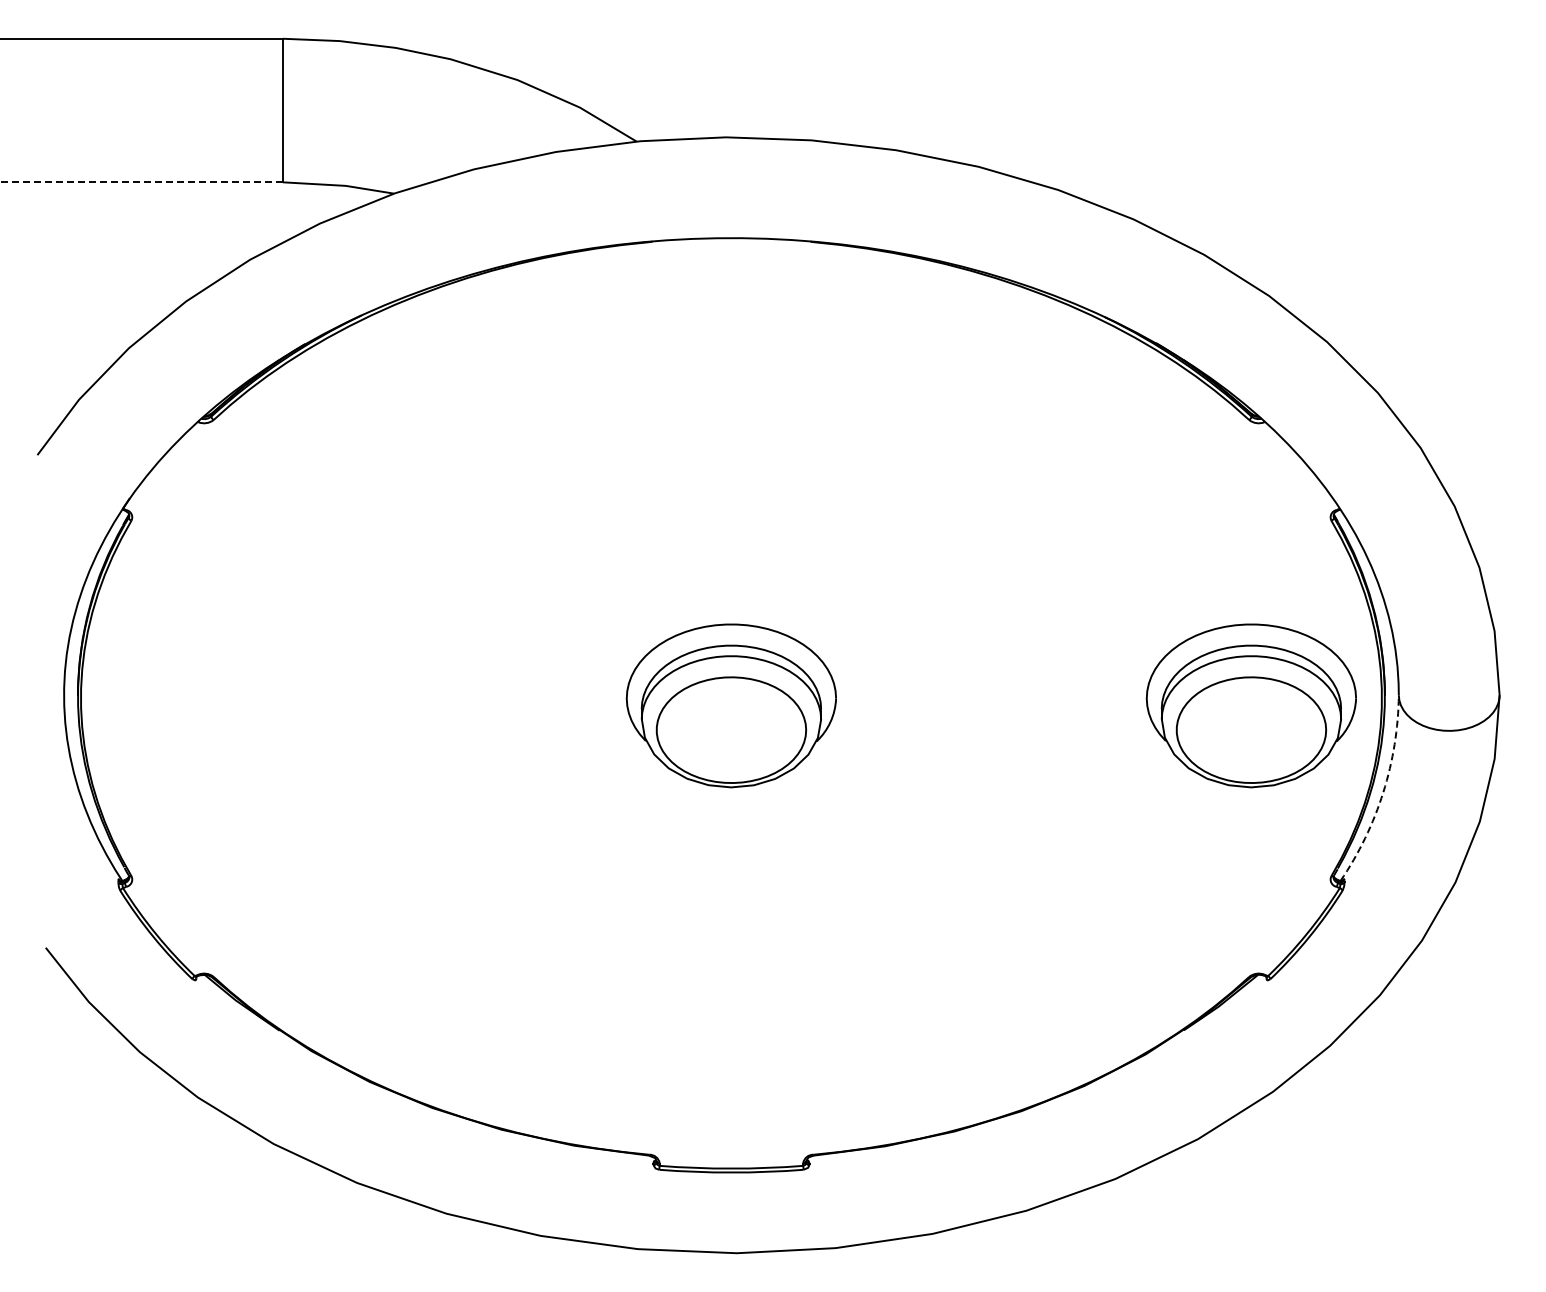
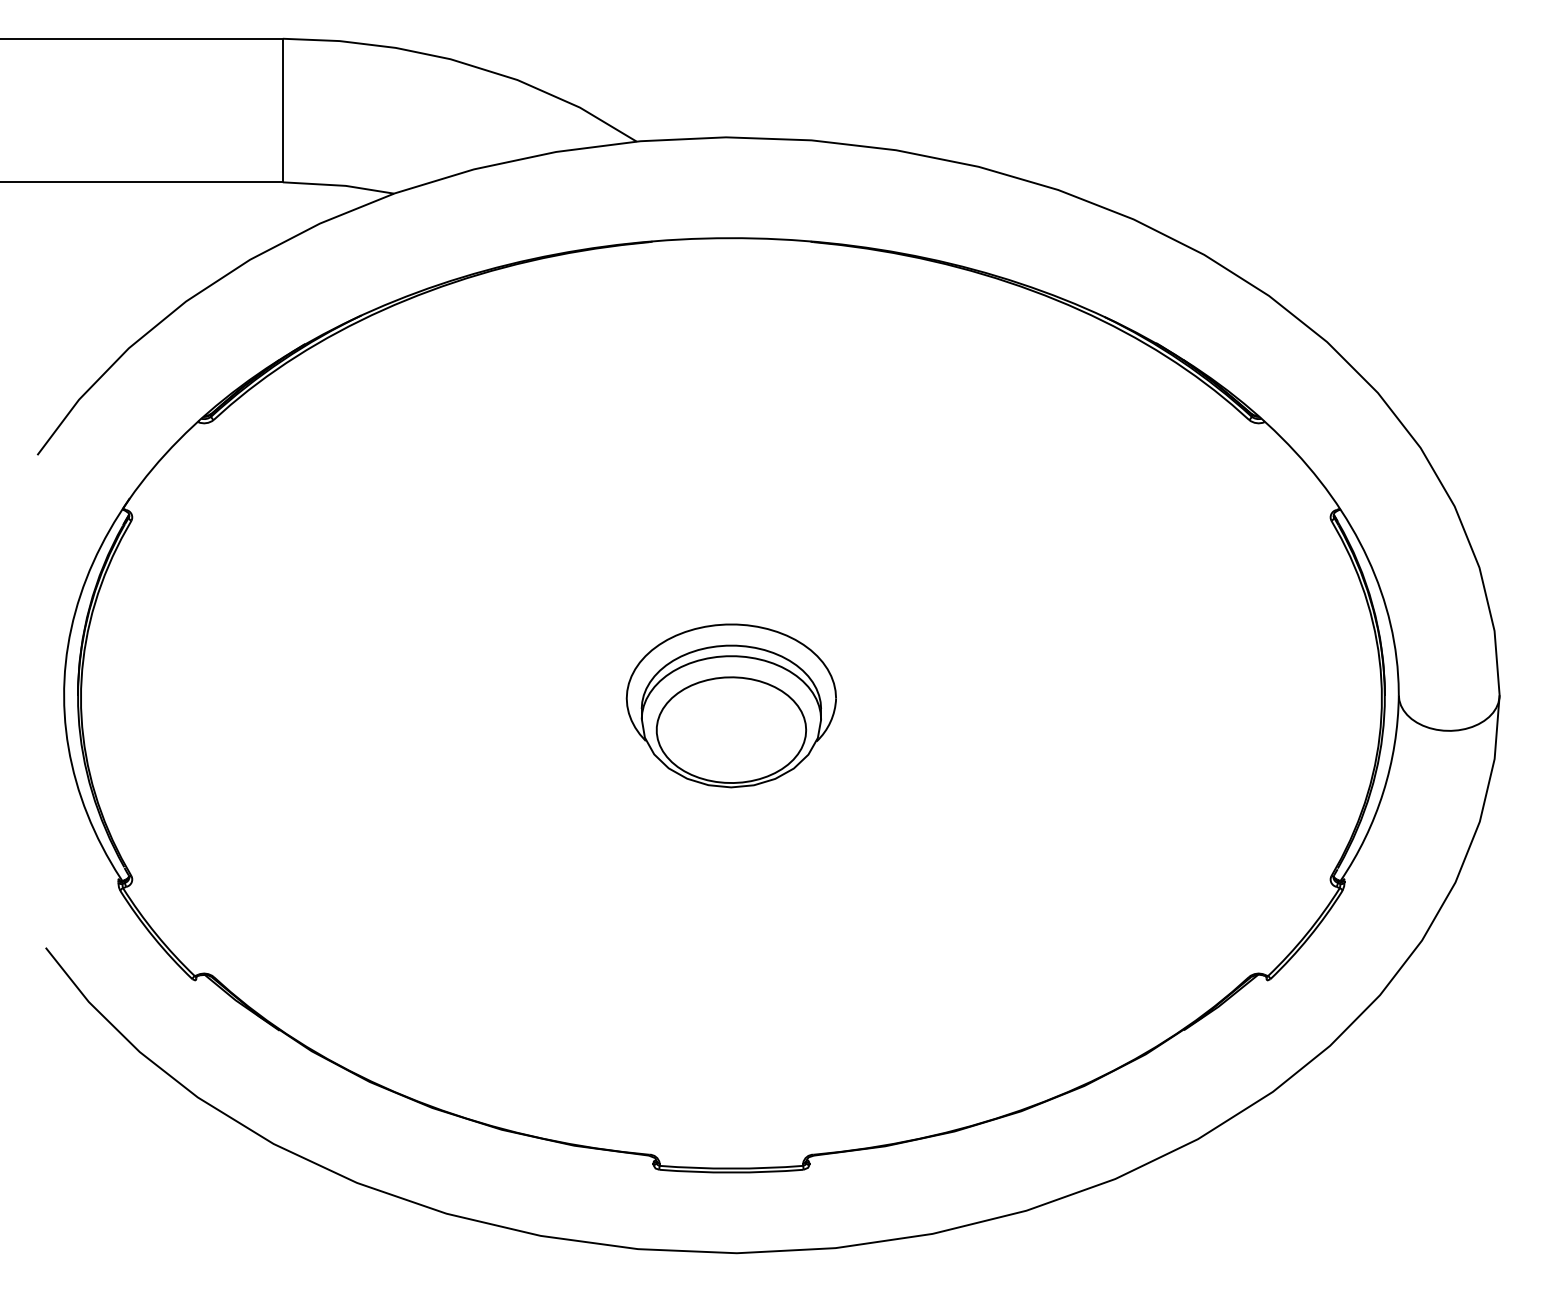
line at (141, 182): dashed -> solid
part at (1250, 705): present -> none
line at (1383, 792): dashed -> solid
